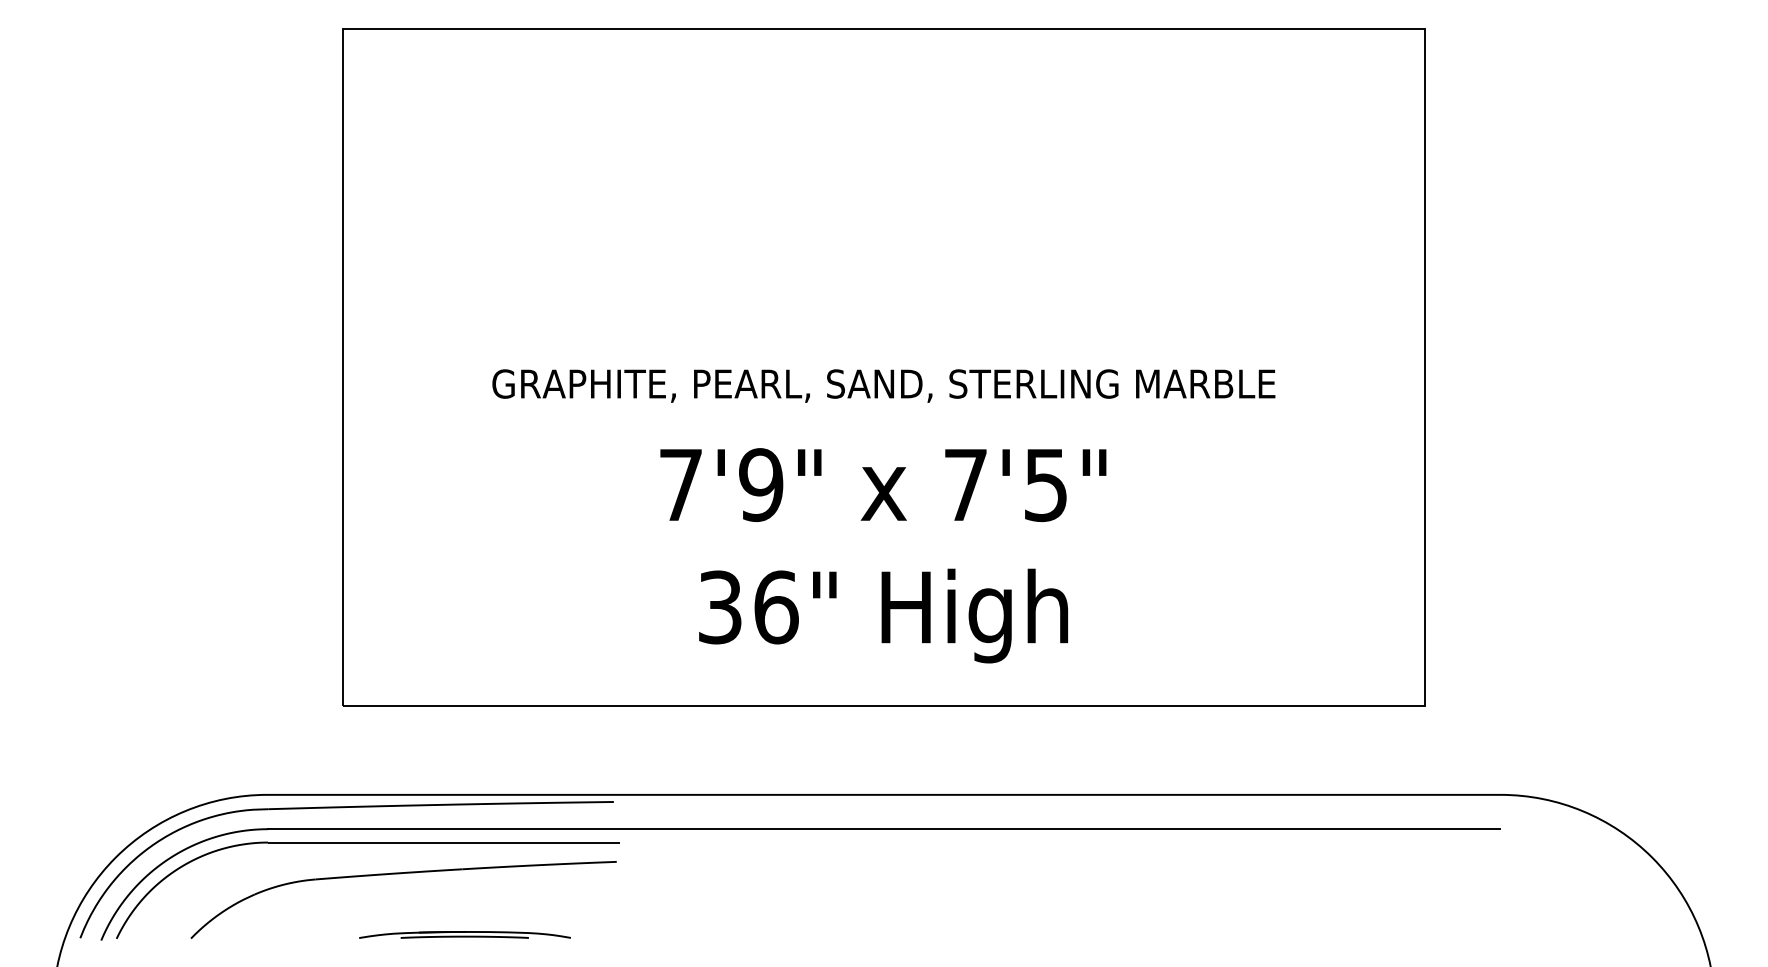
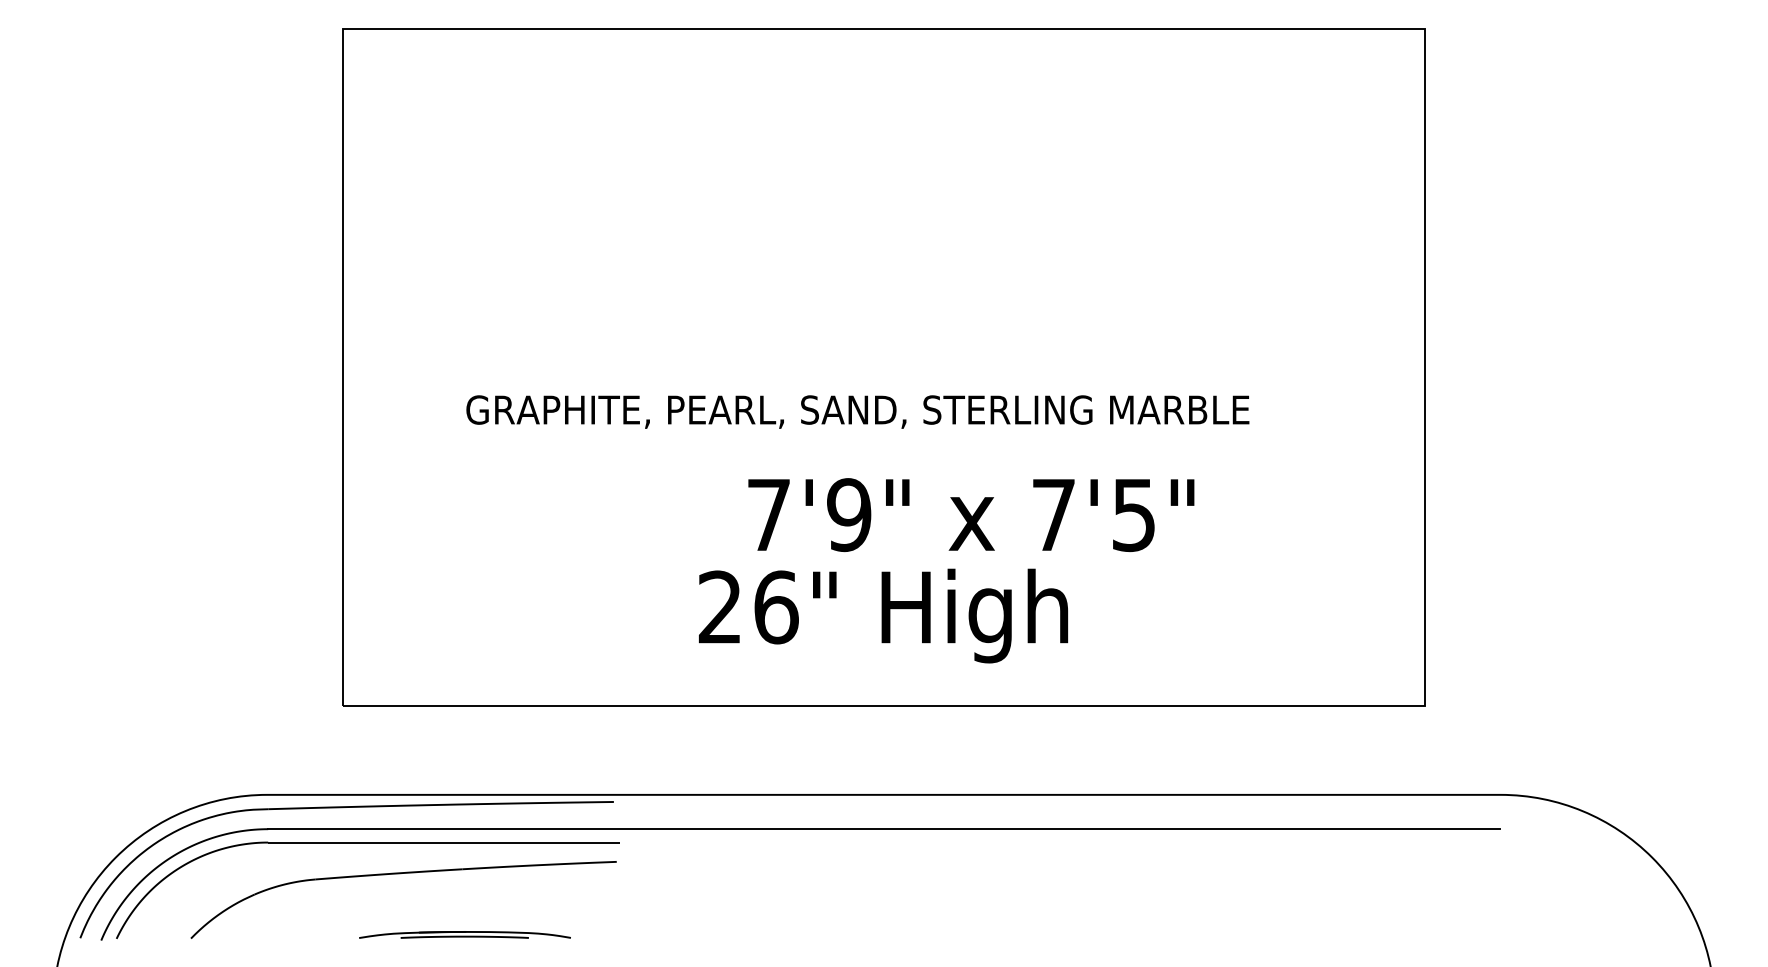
text at (883, 385) position: (883, 385) -> (857, 411)
text at (883, 484) position: (883, 484) -> (971, 514)
text at (719, 607): 36" -> 26"
